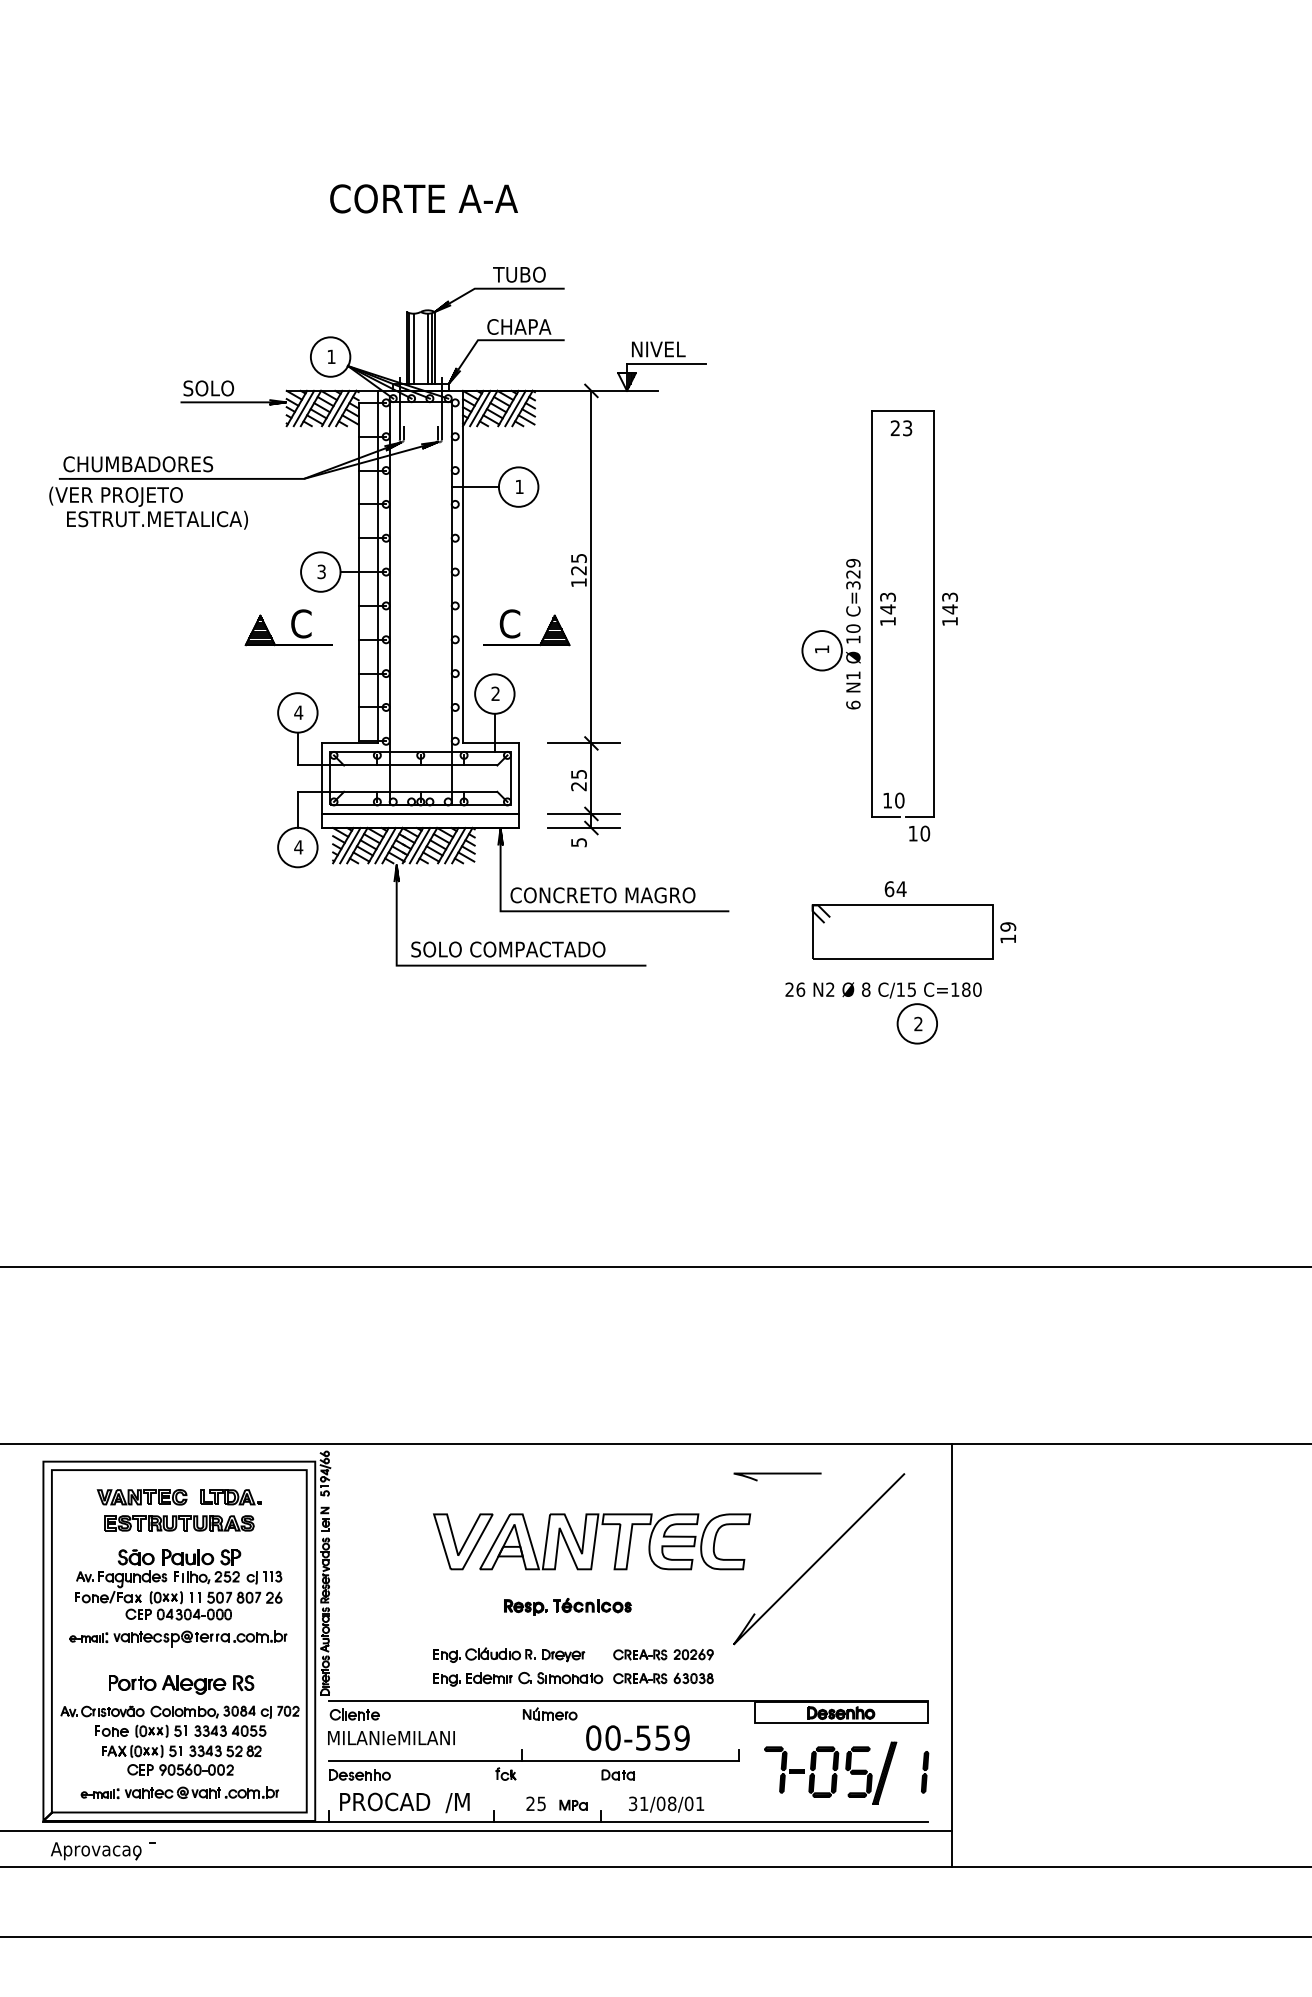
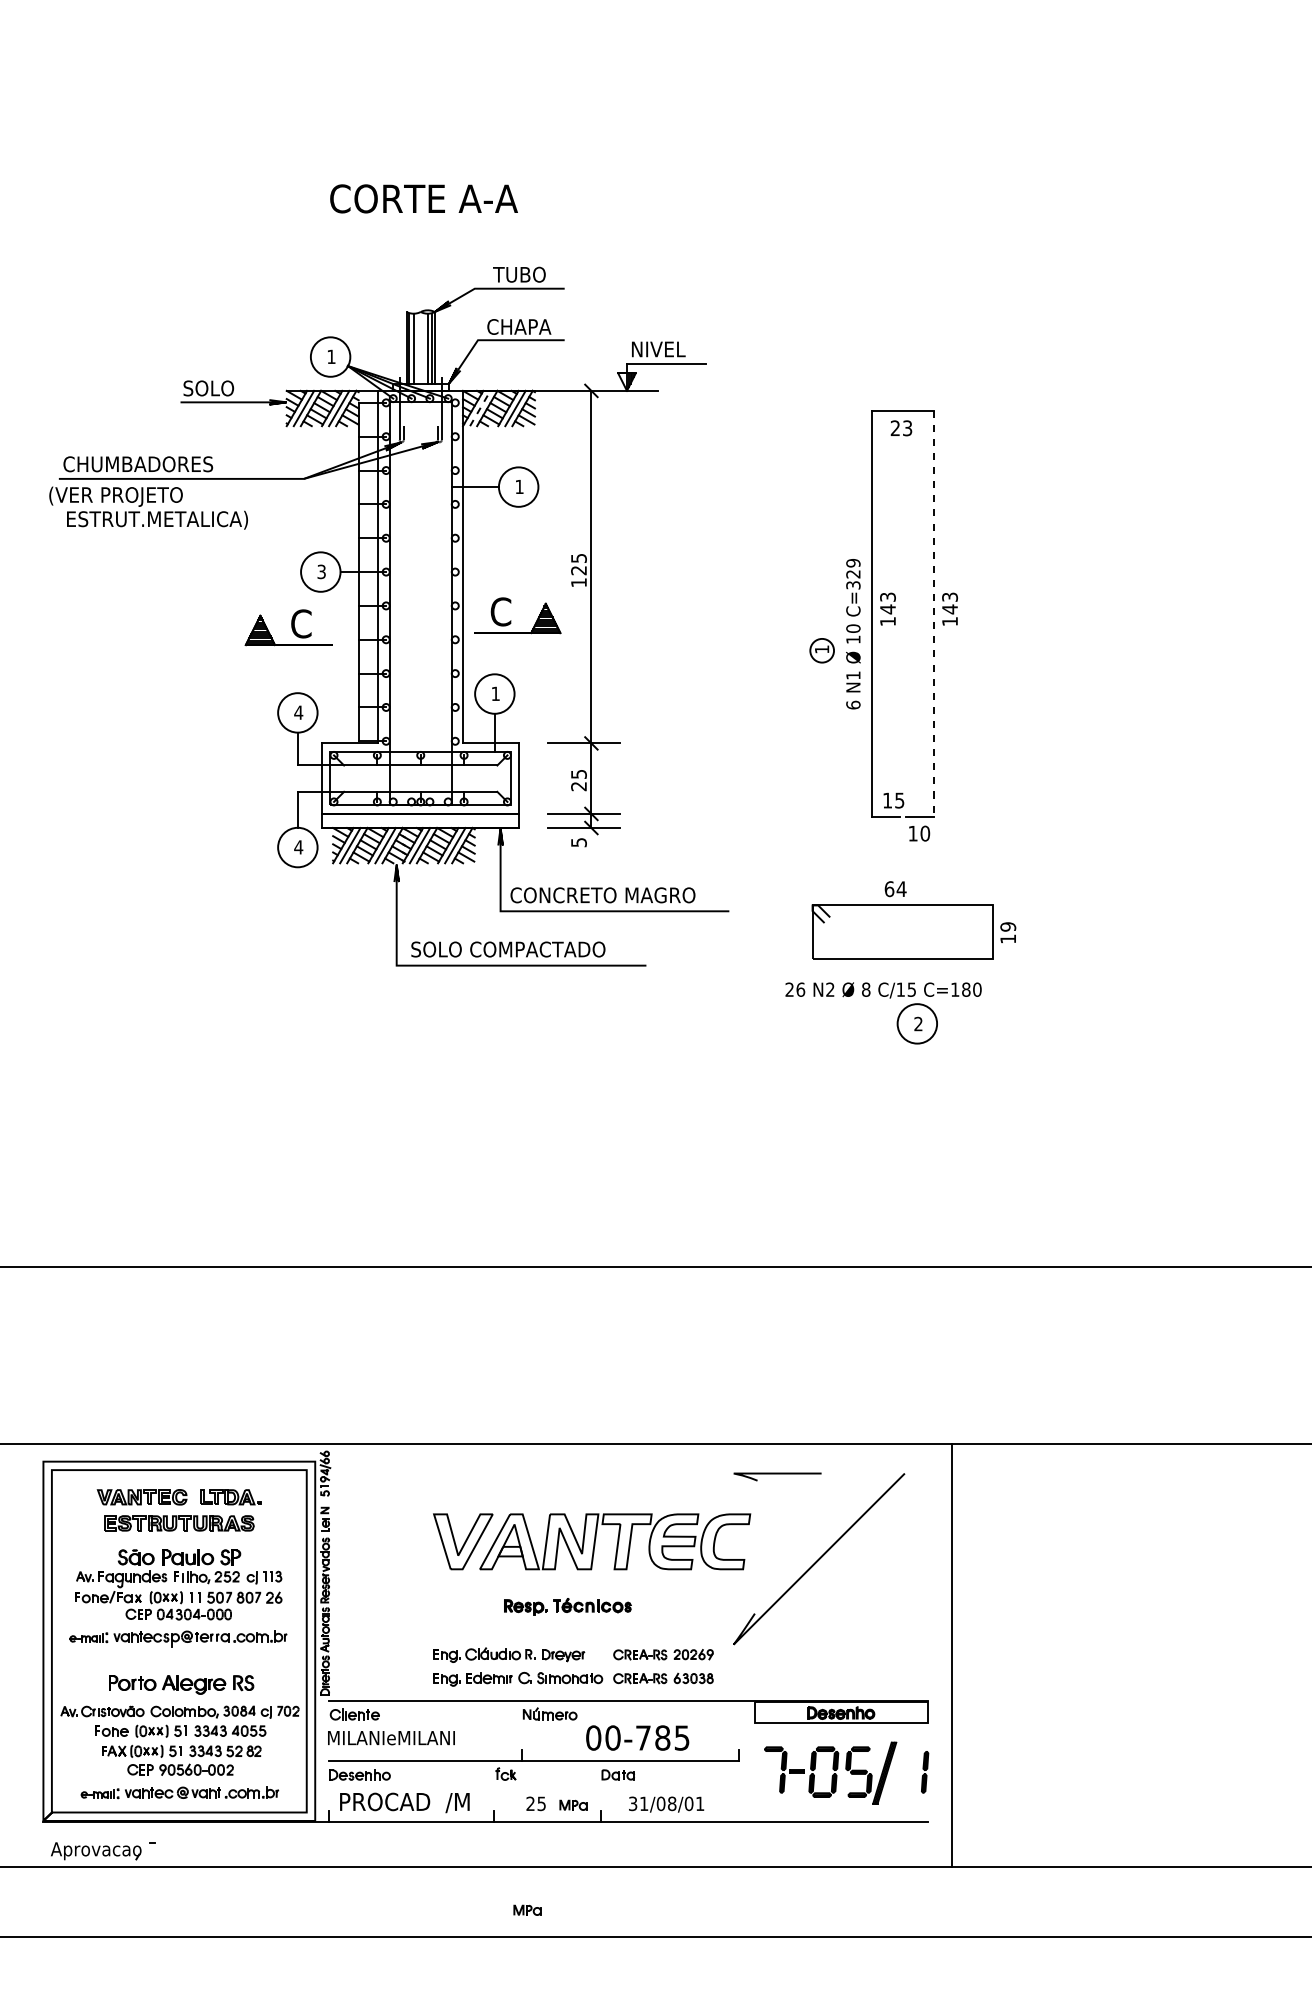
line at (480, 408): solid -> dashed
line at (933, 614): solid -> dashed
part at (520, 632) position: (520, 632) -> (511, 620)
circle at (821, 650) diameter: 39 px -> 24 px
text at (495, 693): 2 -> 1
text at (899, 800): 10 -> 15
text at (662, 1737): 00-559 -> 00-785
line at (476, 1831): present -> none
part at (527, 1909): none -> present
